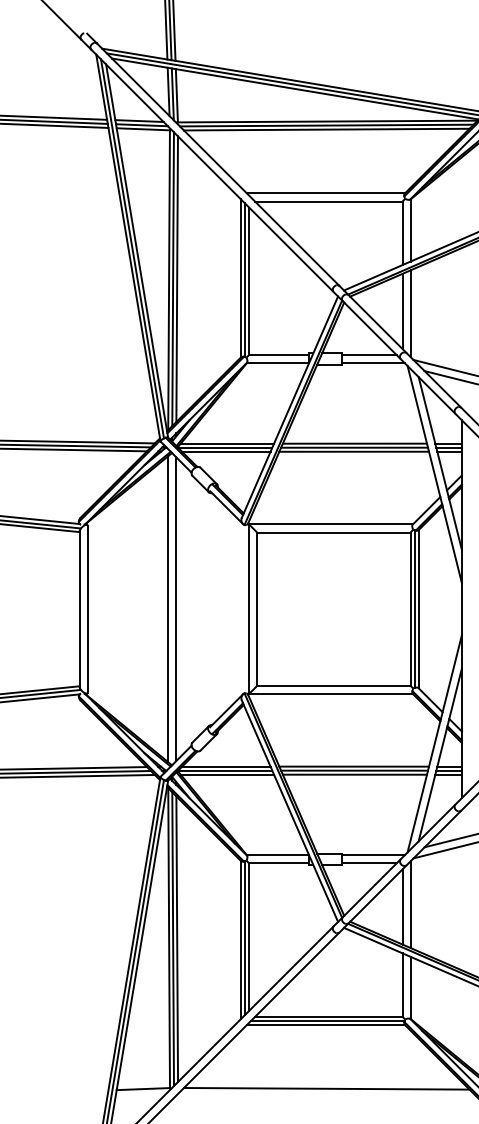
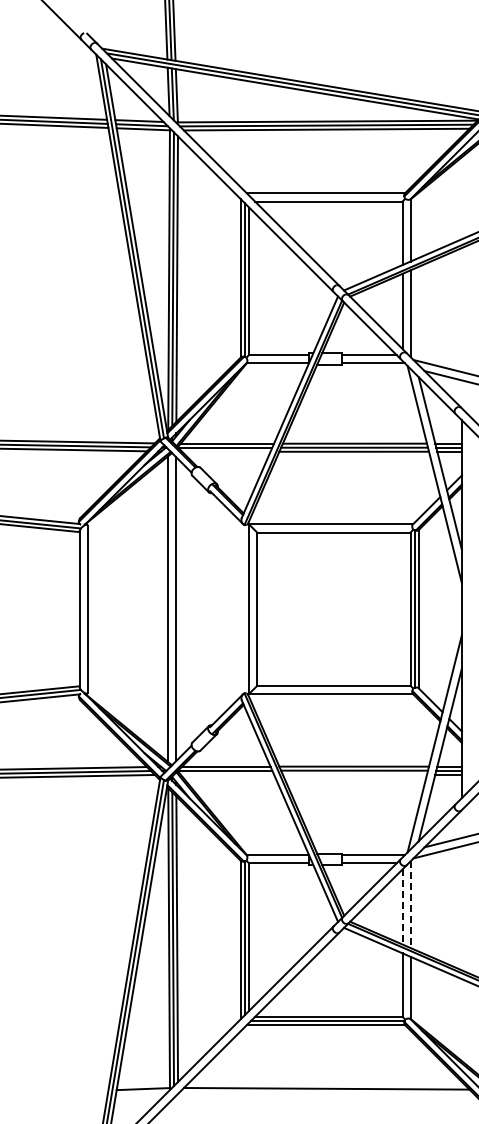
line at (226, 451): present -> none
line at (227, 774): present -> none
line at (354, 774): present -> none
line at (410, 905): solid -> dashed
line at (402, 906): solid -> dashed
